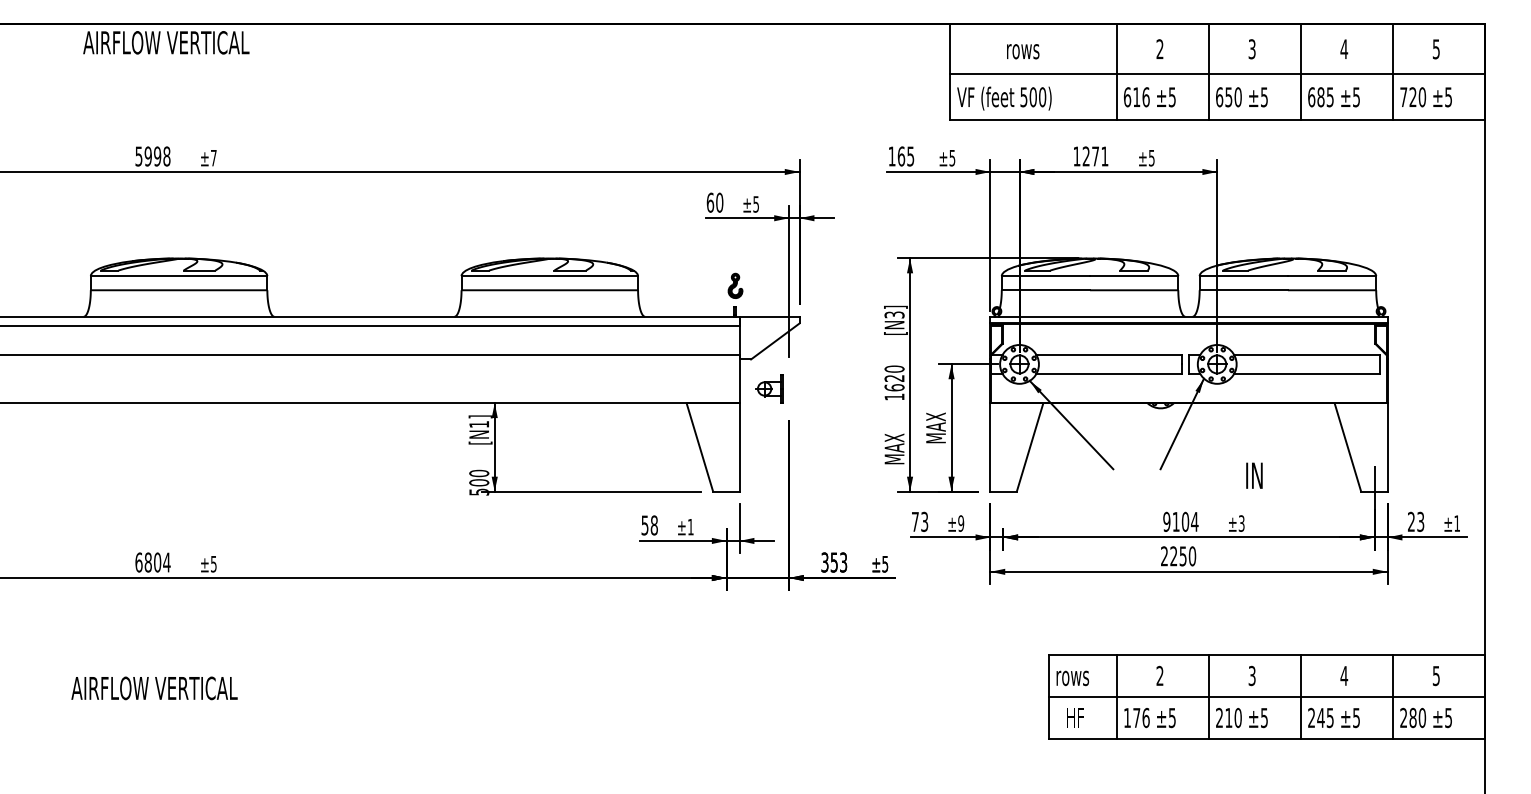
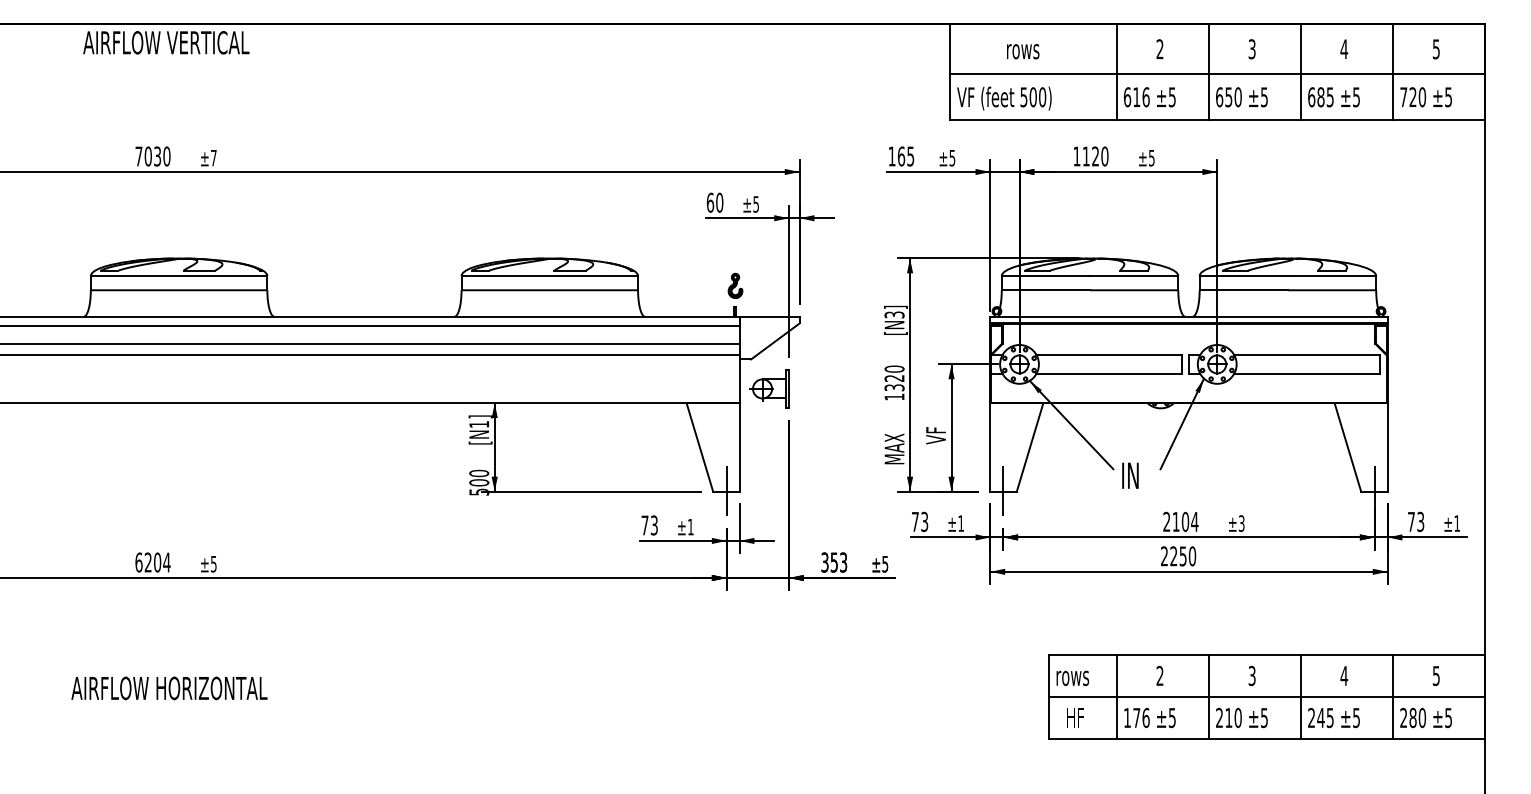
text at (152, 156): 5998 -> 7030
text at (1095, 156): 1271 -> 1120
line at (370, 343): none -> present
text at (894, 387): 1620 -> 1320
part at (769, 388) size: 29x30 px -> 41x40 px
text at (935, 428): MAX -> VF
text at (1254, 475) position: (1254, 475) -> (1130, 475)
line at (726, 491): none -> present
line at (1003, 491): none -> present
text at (1166, 521): 9104 -> 2104
text at (1411, 521): 23 -> 73
text at (961, 523): ±9 -> ±1
text at (649, 525): 58 -> 73
text at (147, 562): 6804 -> 6204
text at (211, 688): AIRFLOW VERTICAL -> AIRFLOW HORIZONTAL
